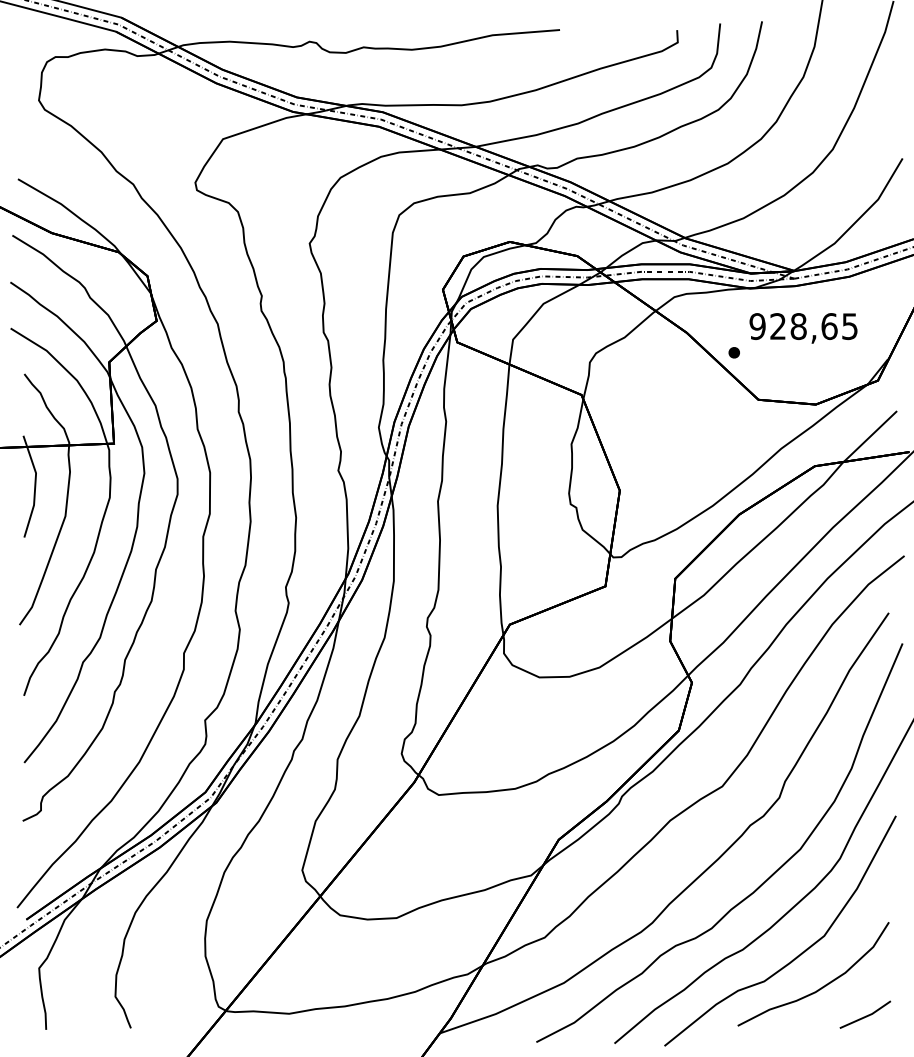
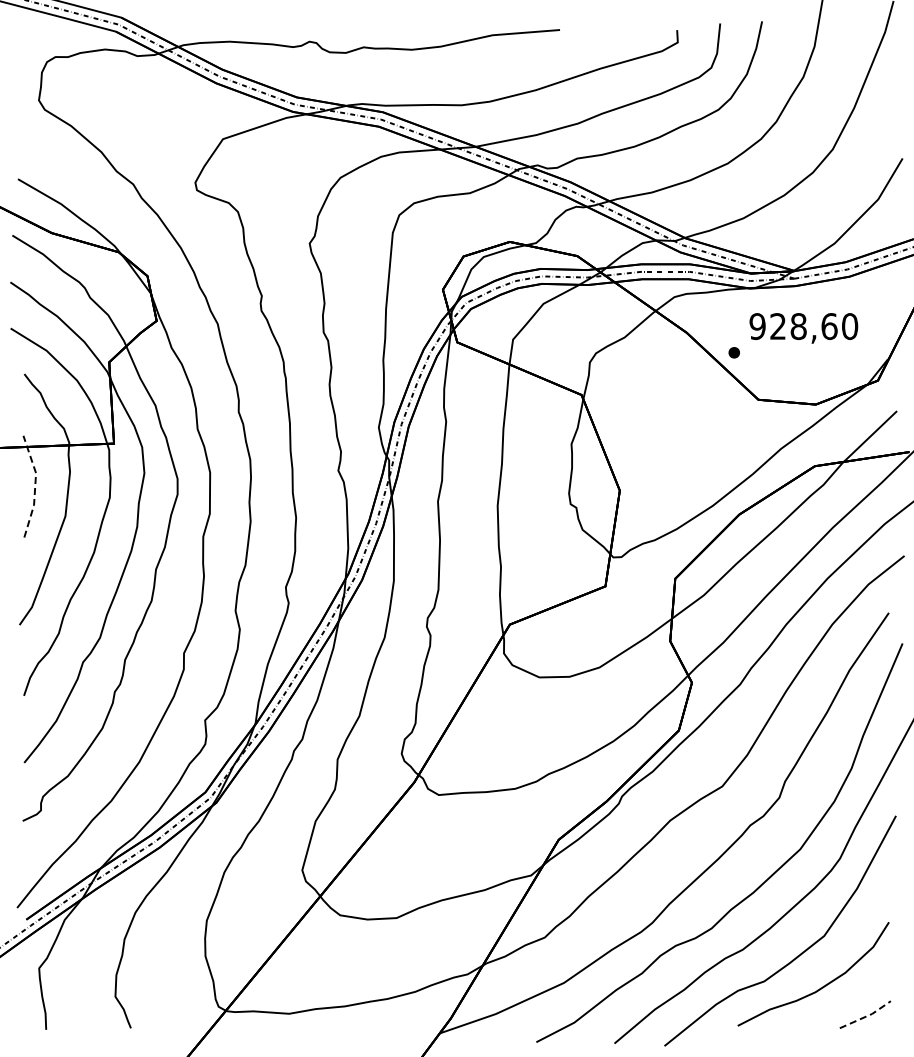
text at (850, 326): 928,65 -> 928,60
line at (35, 486): solid -> dashed
line at (866, 1016): solid -> dashed
